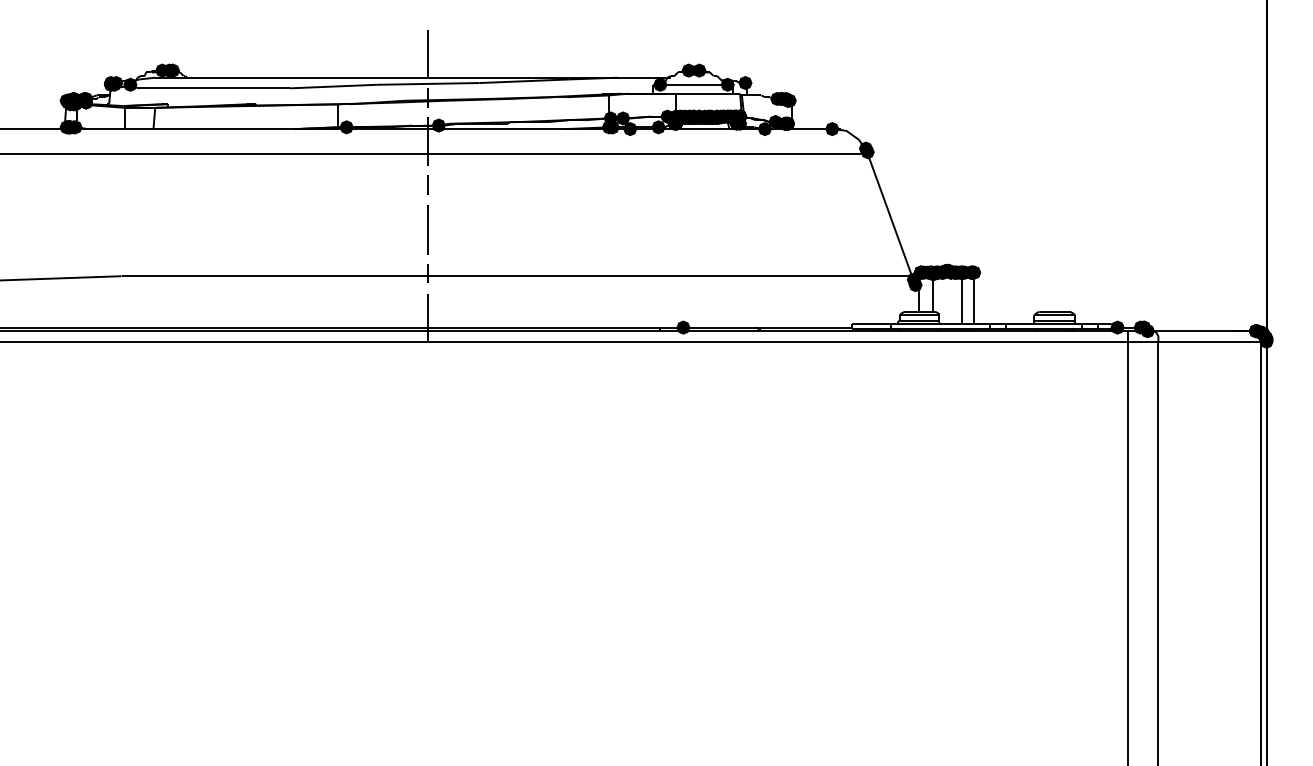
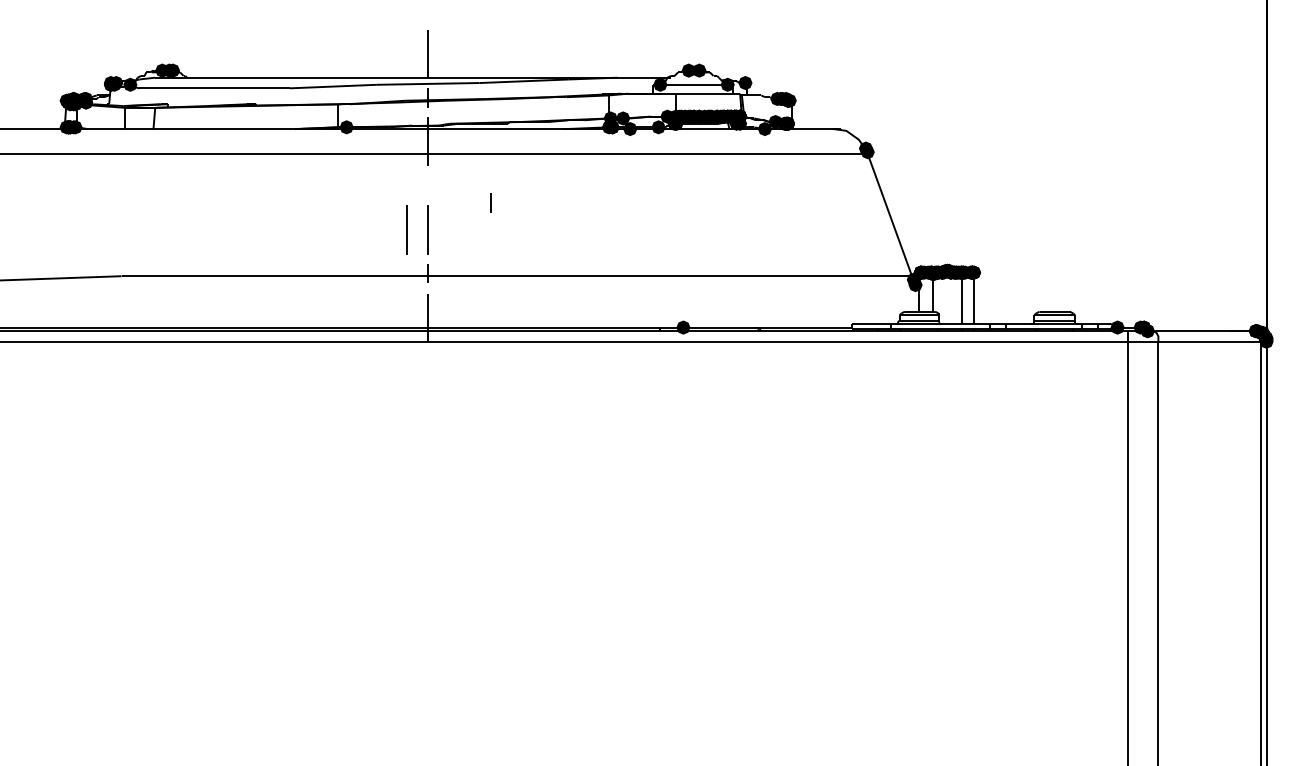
fill at (438, 125): present -> none
fill at (832, 129): present -> none
line at (427, 184) position: (427, 184) -> (490, 202)
line at (406, 229): none -> present
